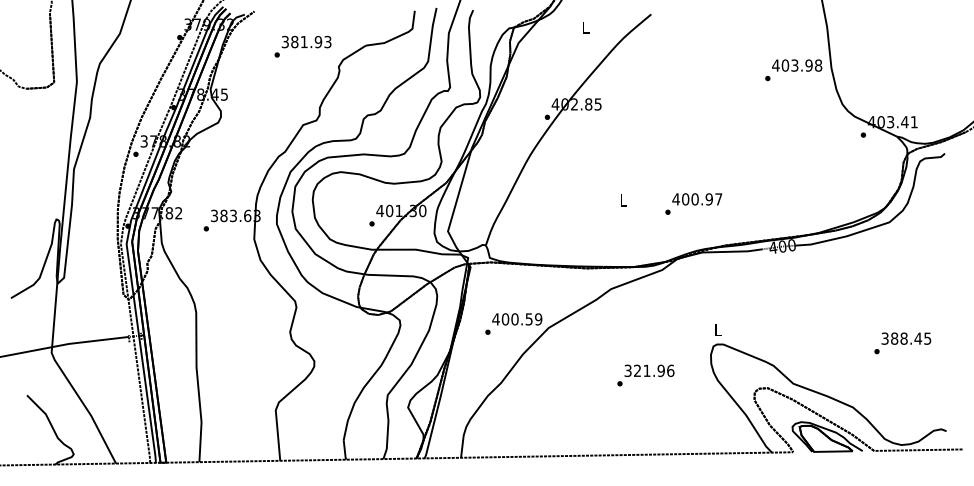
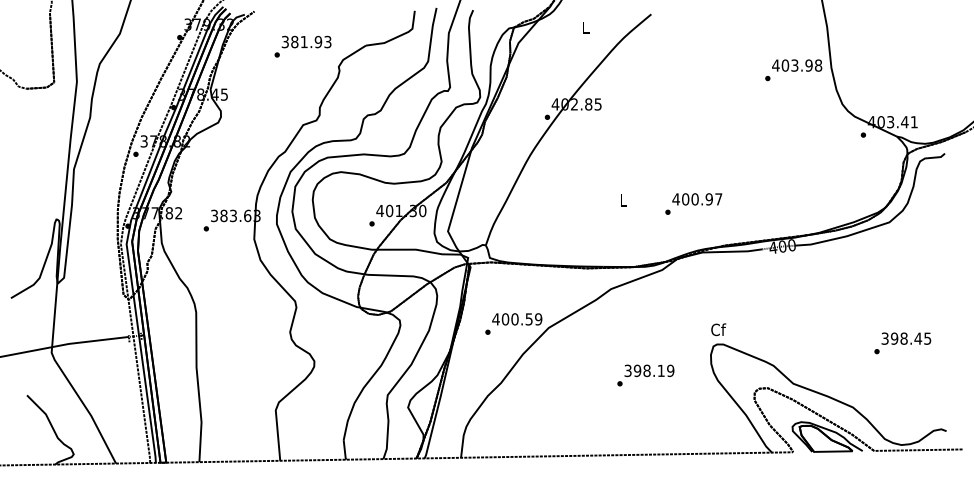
text at (718, 329): L -> Cf
text at (894, 338): 388.45 -> 398.45
text at (653, 370): 321.96 -> 398.19
